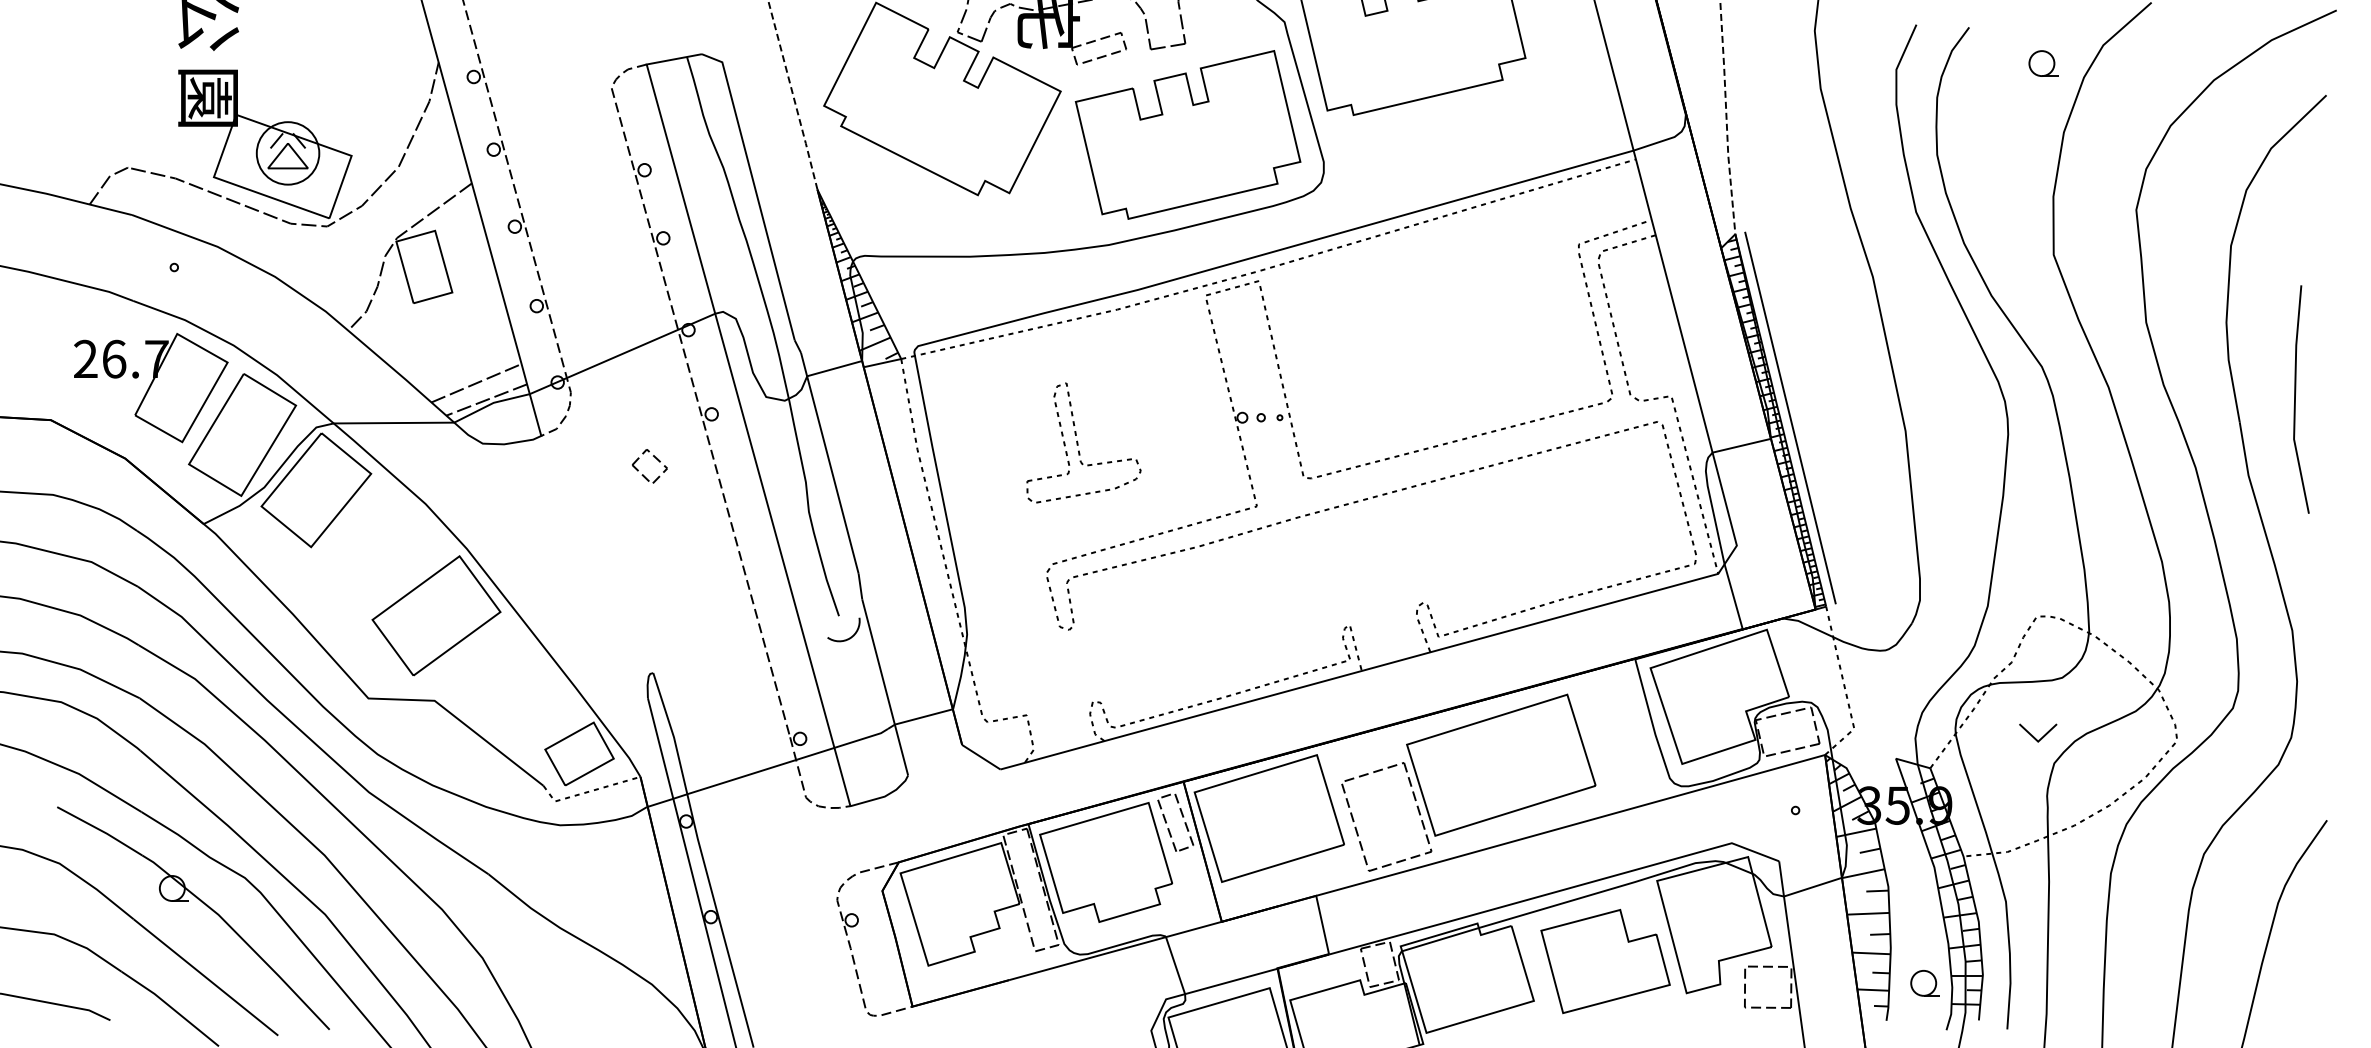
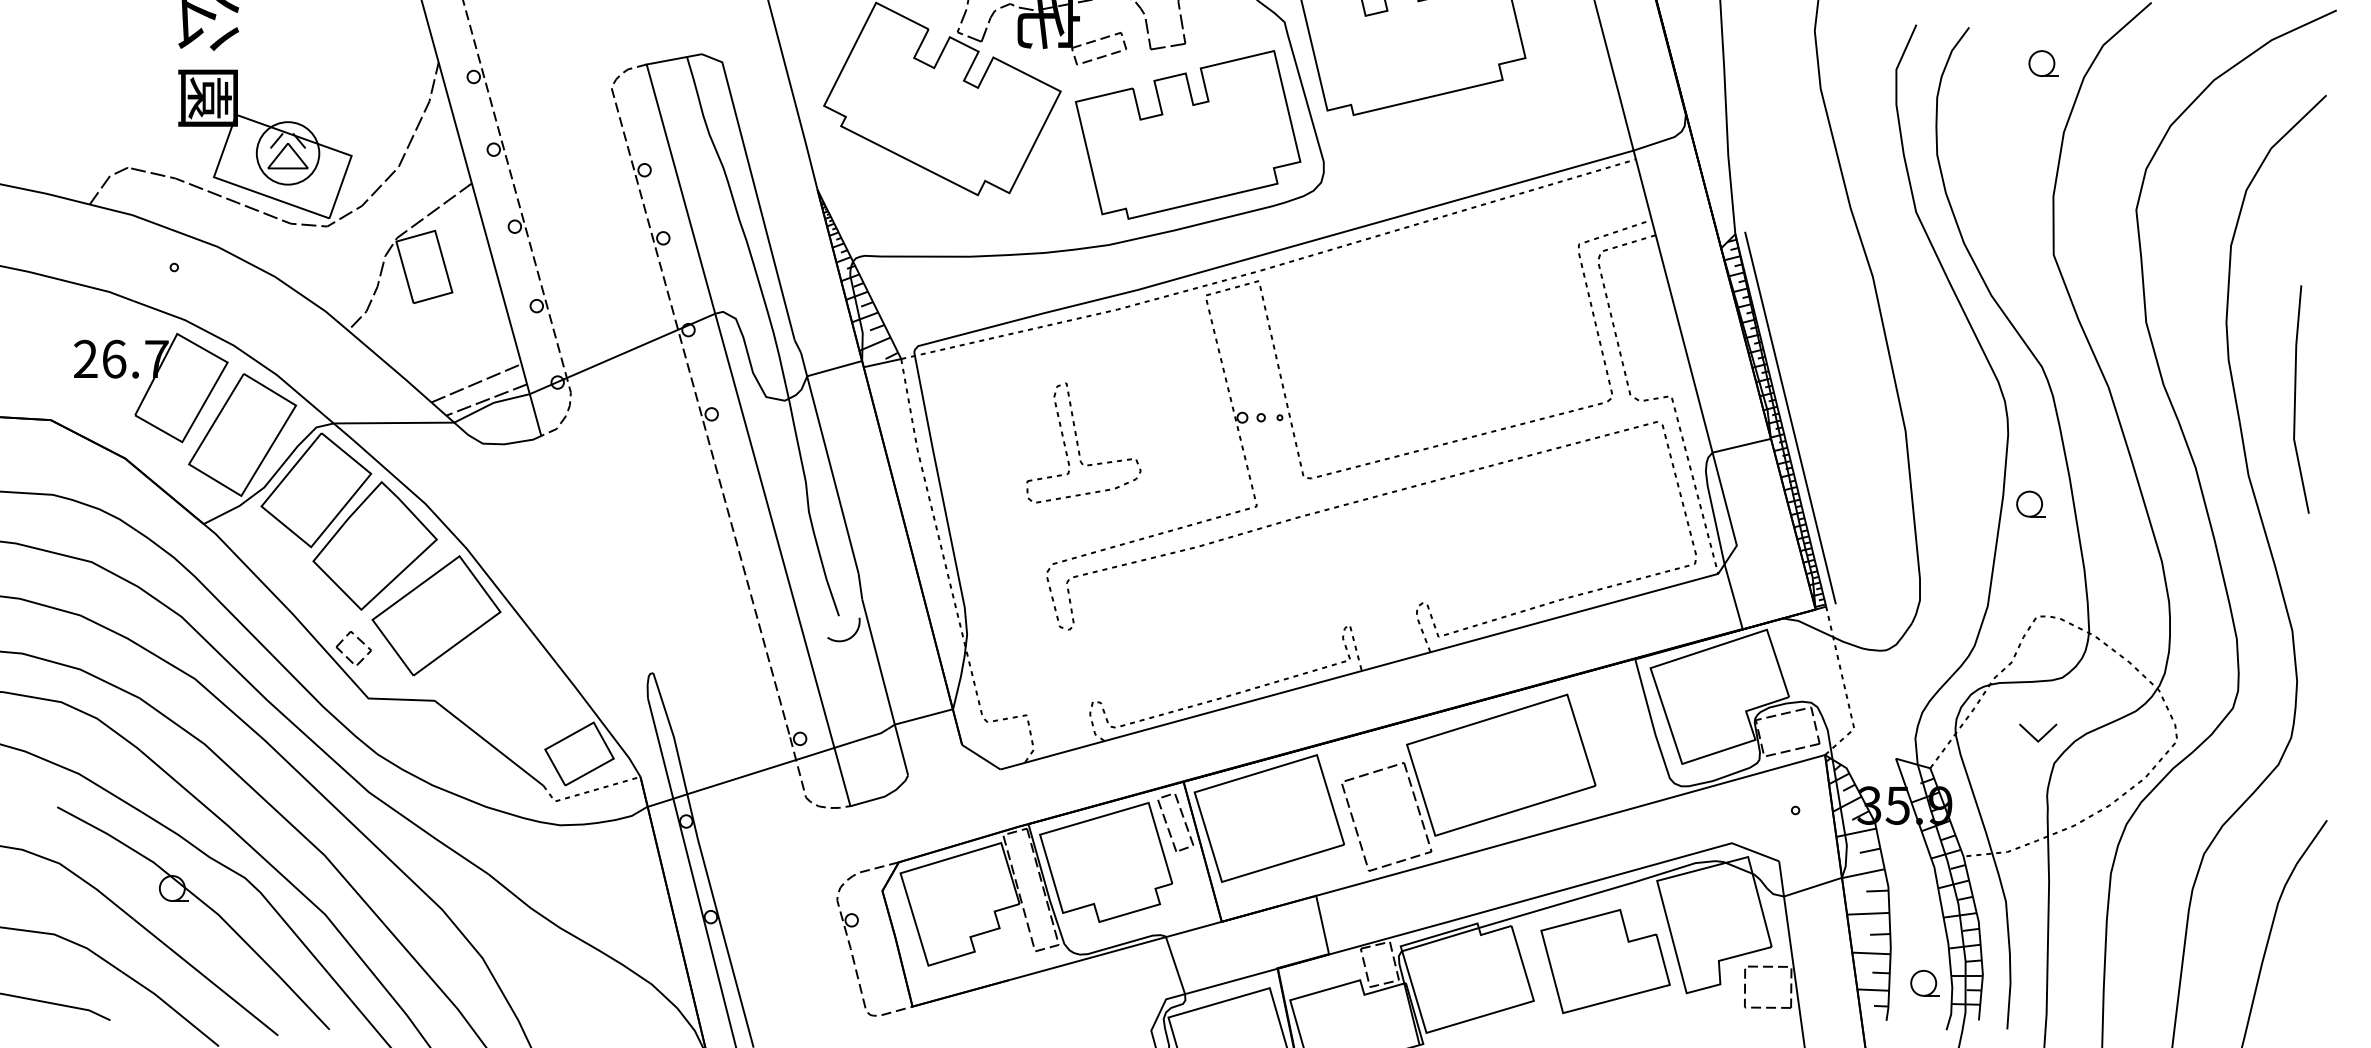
line at (793, 95): dashed -> solid
line at (1726, 117): dashed -> solid
part at (656, 459) position: (656, 459) -> (360, 641)
part at (2030, 503): none -> present
part at (374, 545): none -> present
